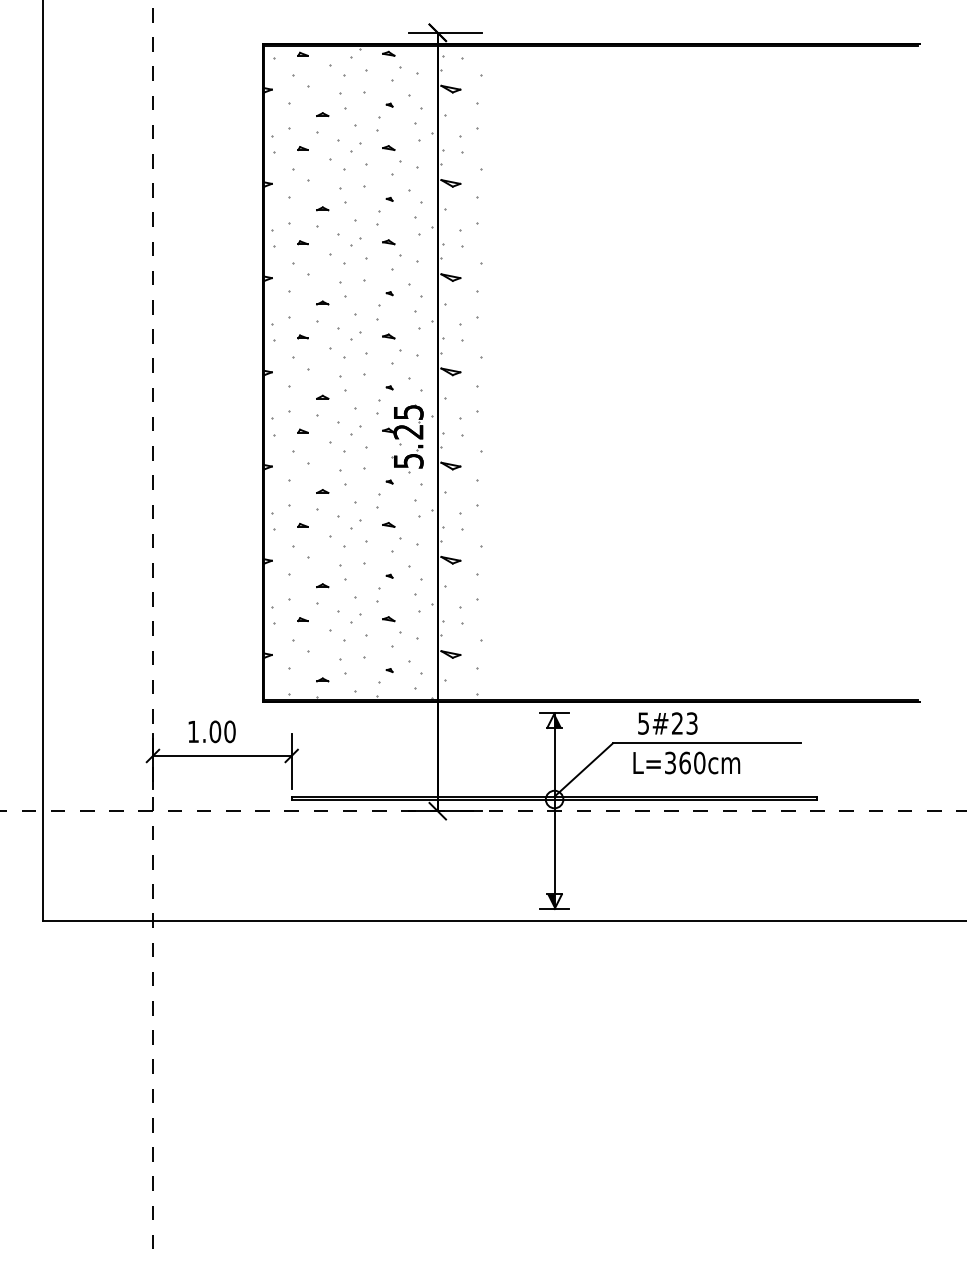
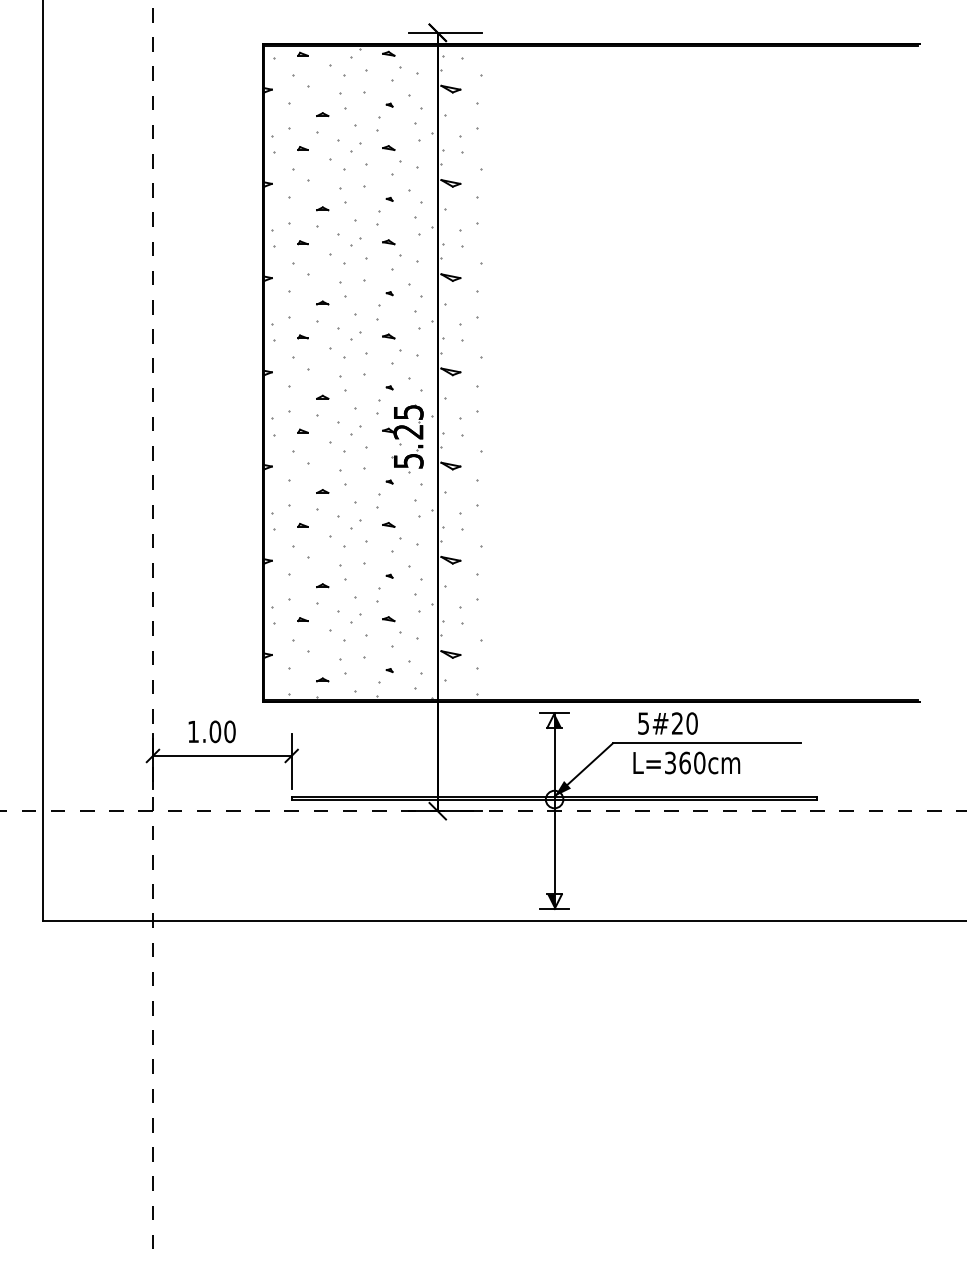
text at (691, 723): 5#23 -> 5#20
fill at (562, 788): none -> present
